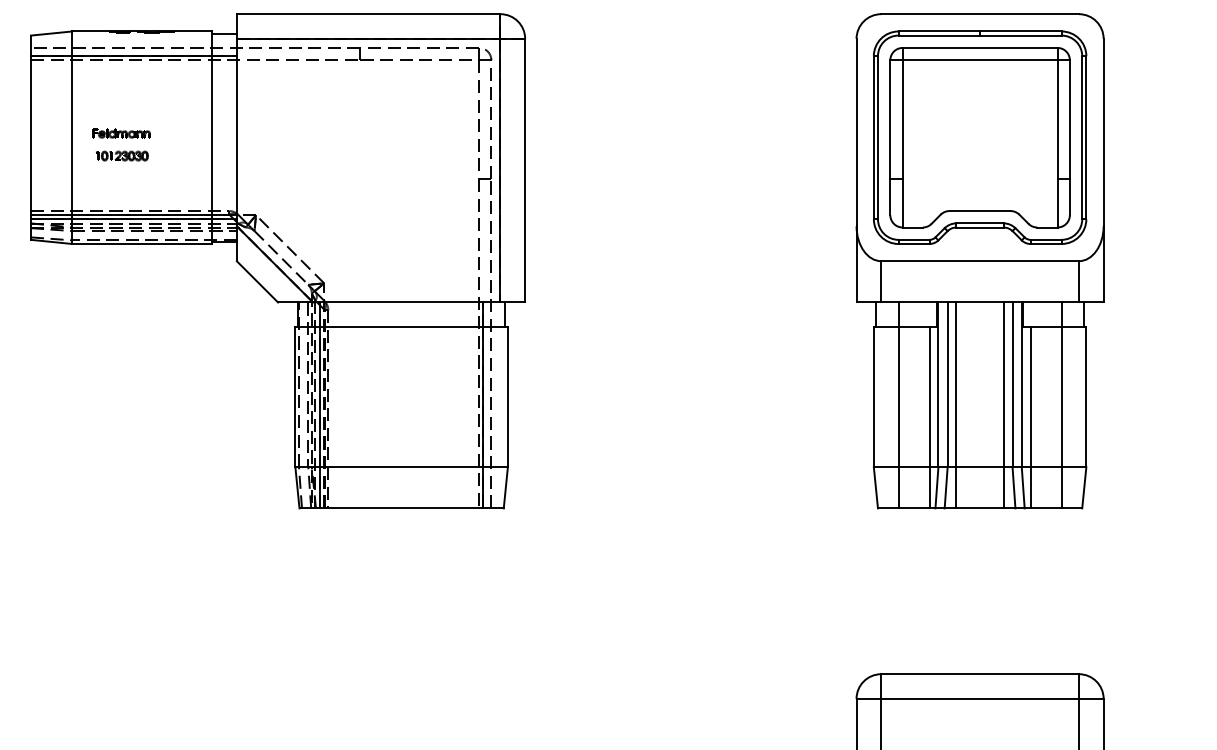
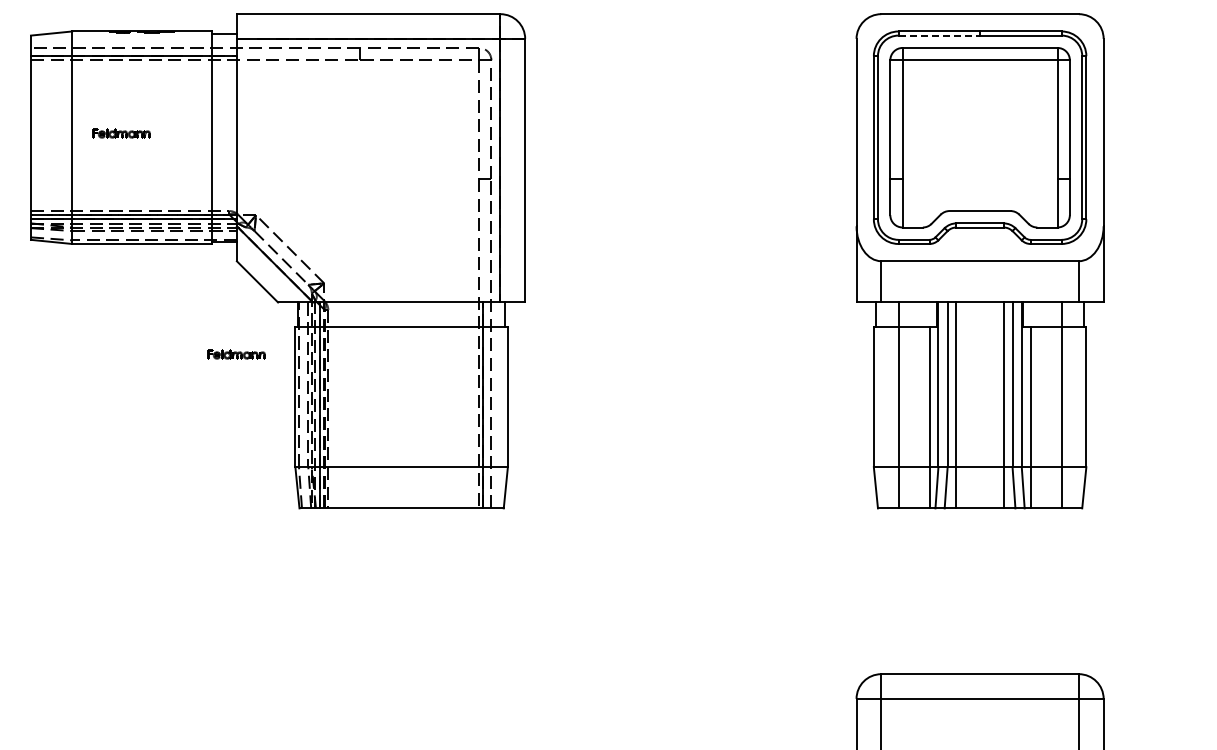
line at (939, 35): solid -> dashed
part at (122, 155): present -> none
part at (236, 354): none -> present
